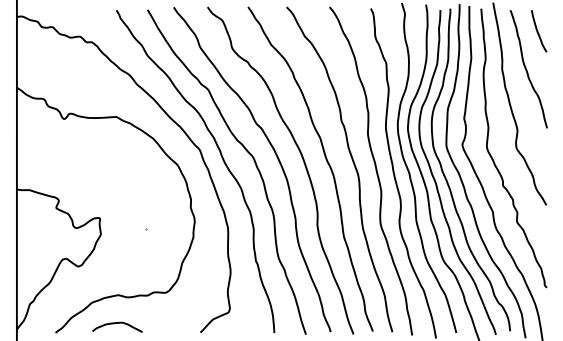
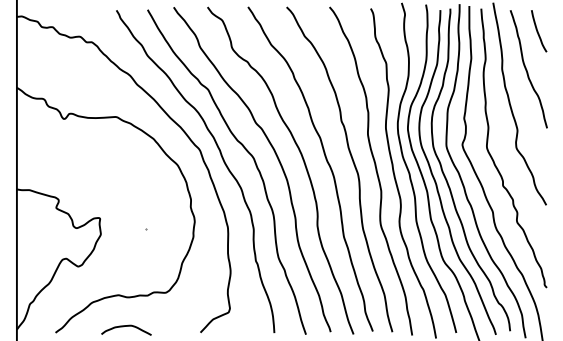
curve at (117, 323) position: (117, 323) -> (126, 326)
